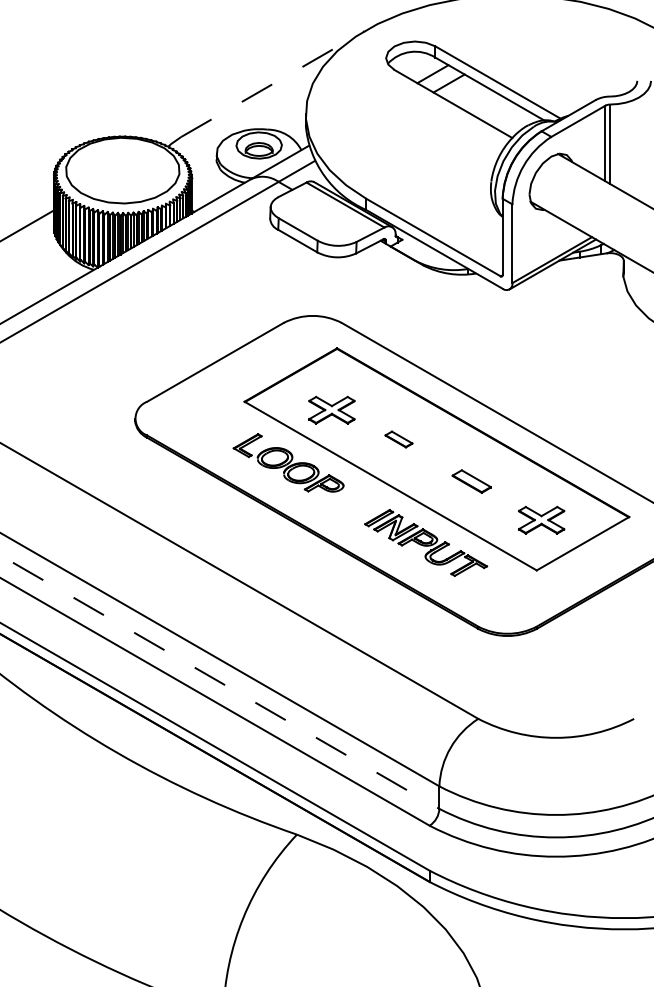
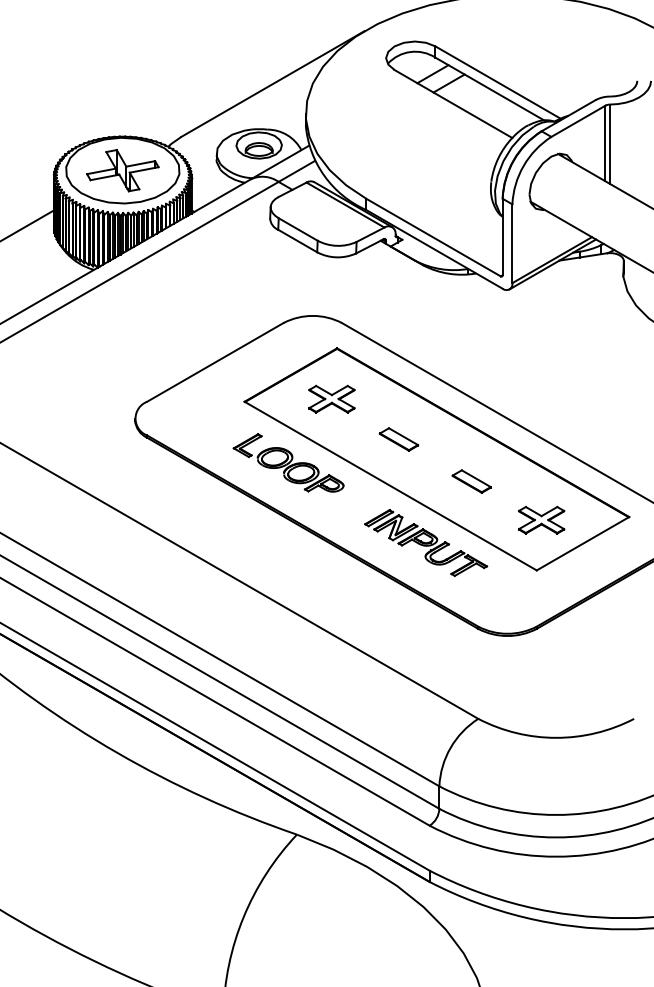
line at (272, 84): dashed -> solid
part at (122, 170): none -> present
part at (331, 409) position: (331, 409) -> (331, 398)
part at (398, 439) size: 30x19 px -> 42x25 px
line at (220, 682): dashed -> solid
